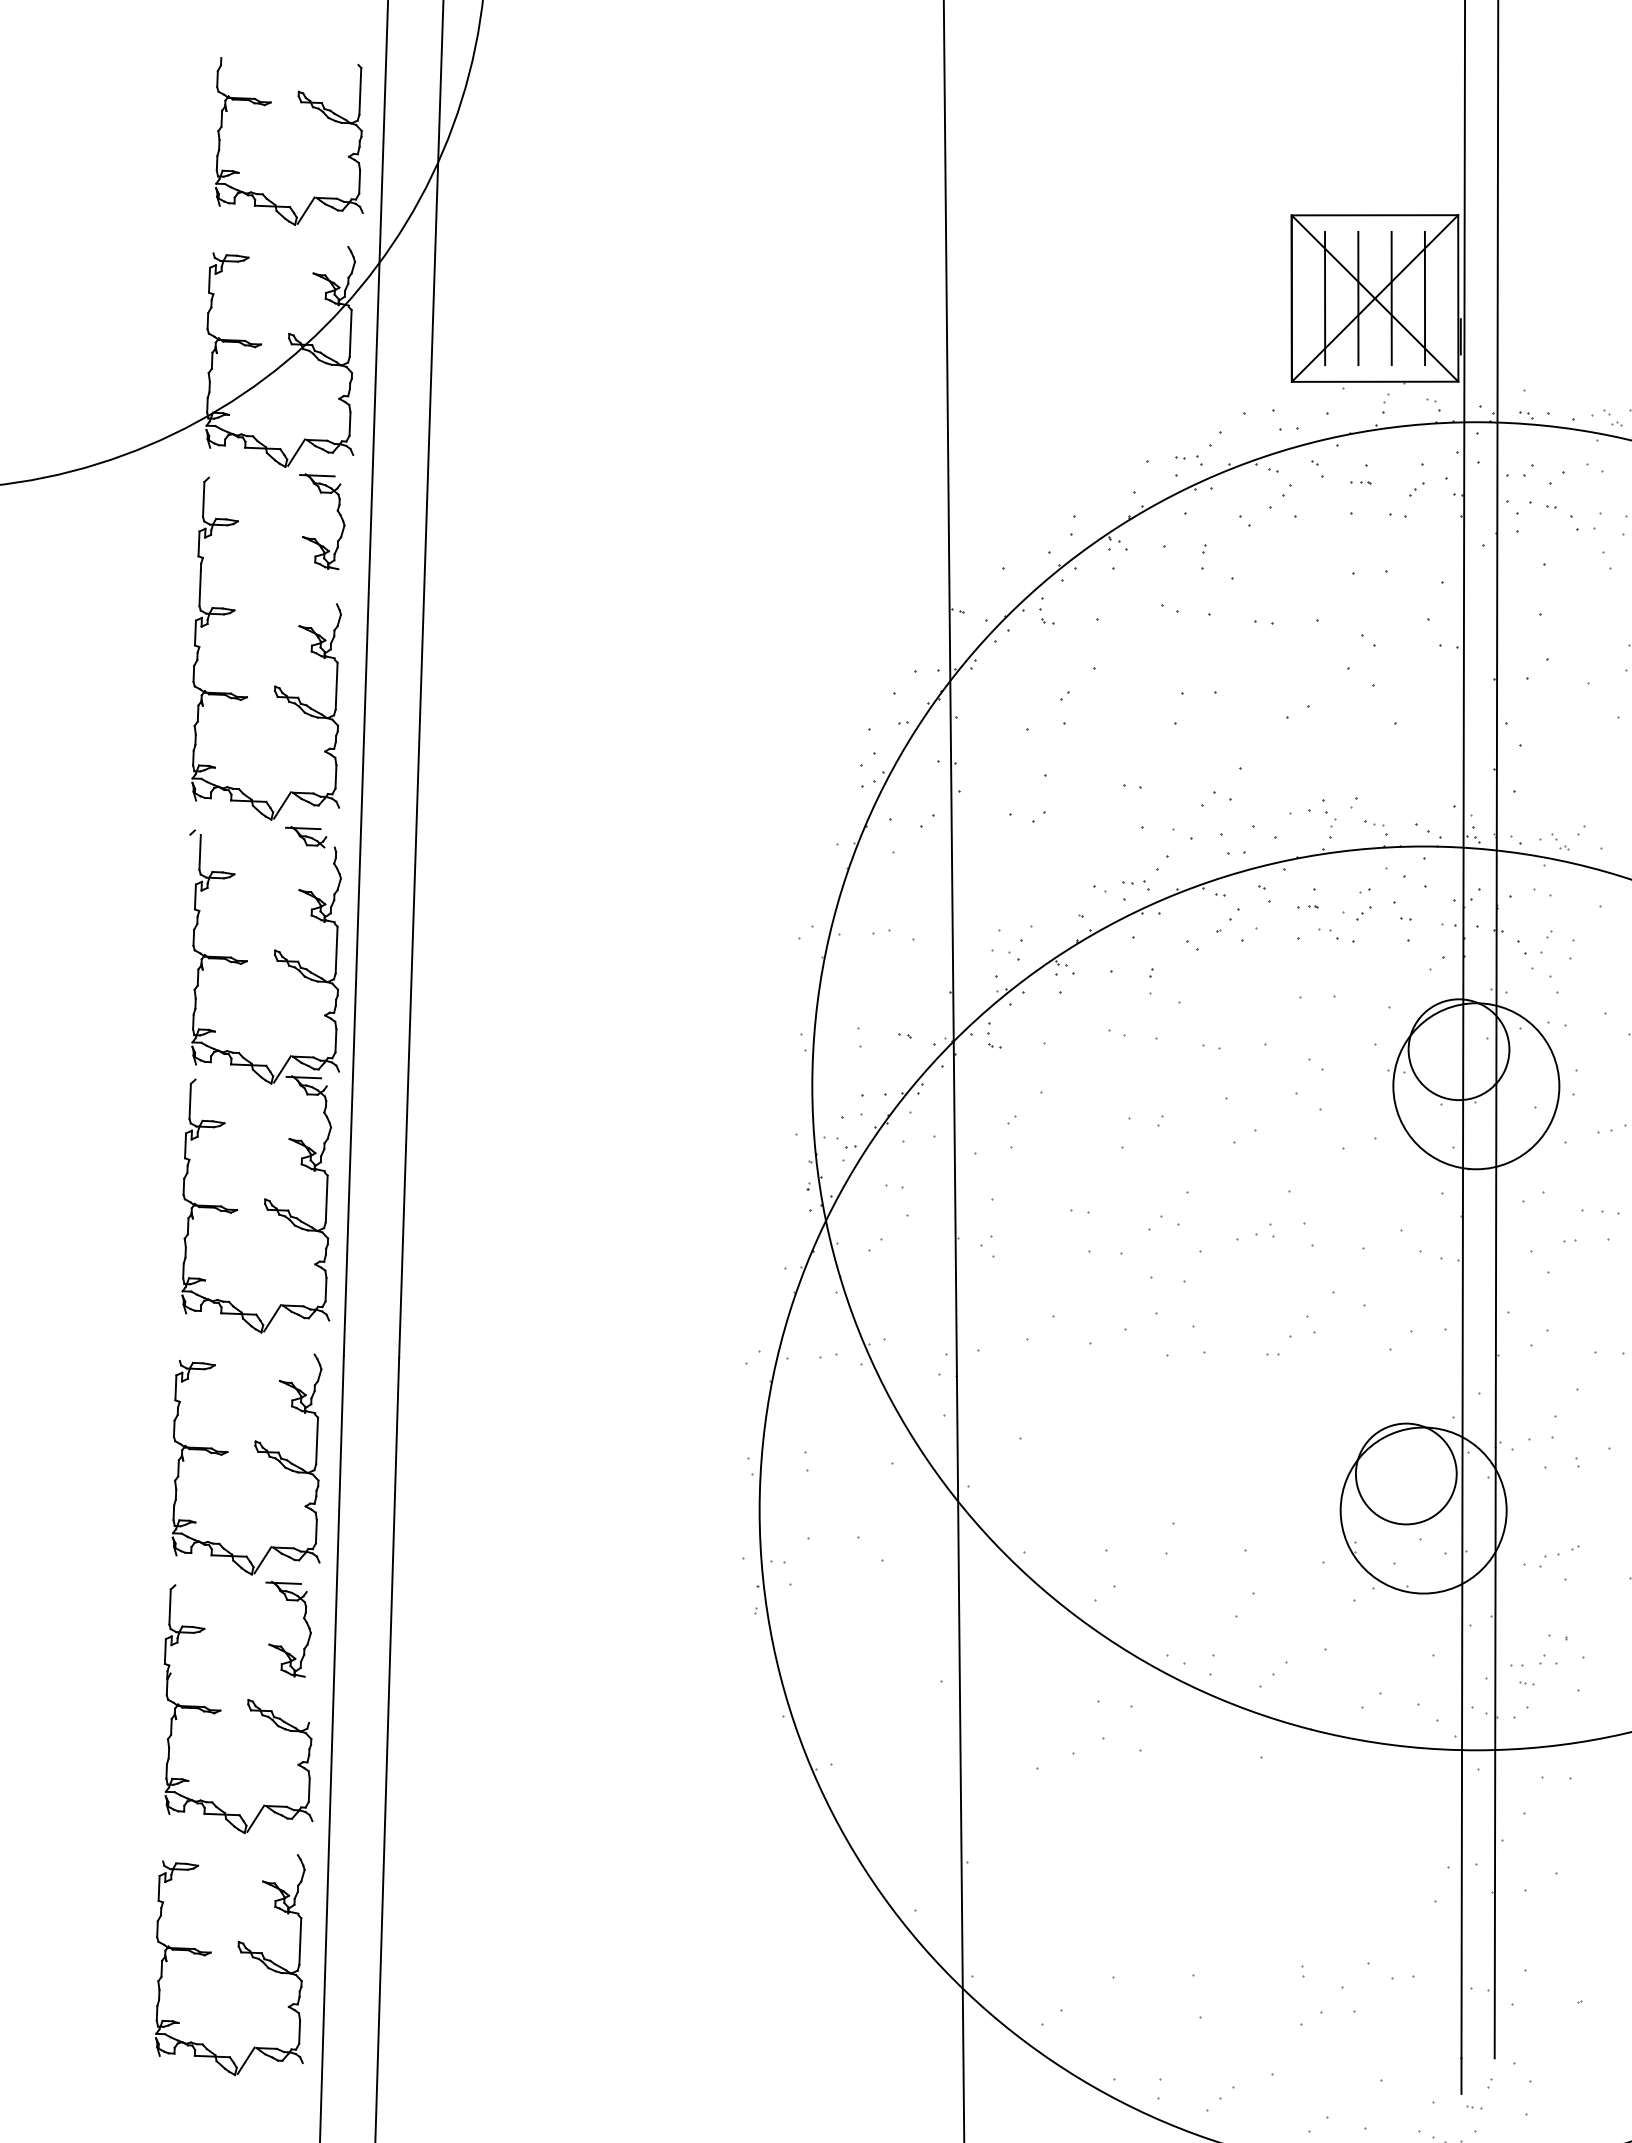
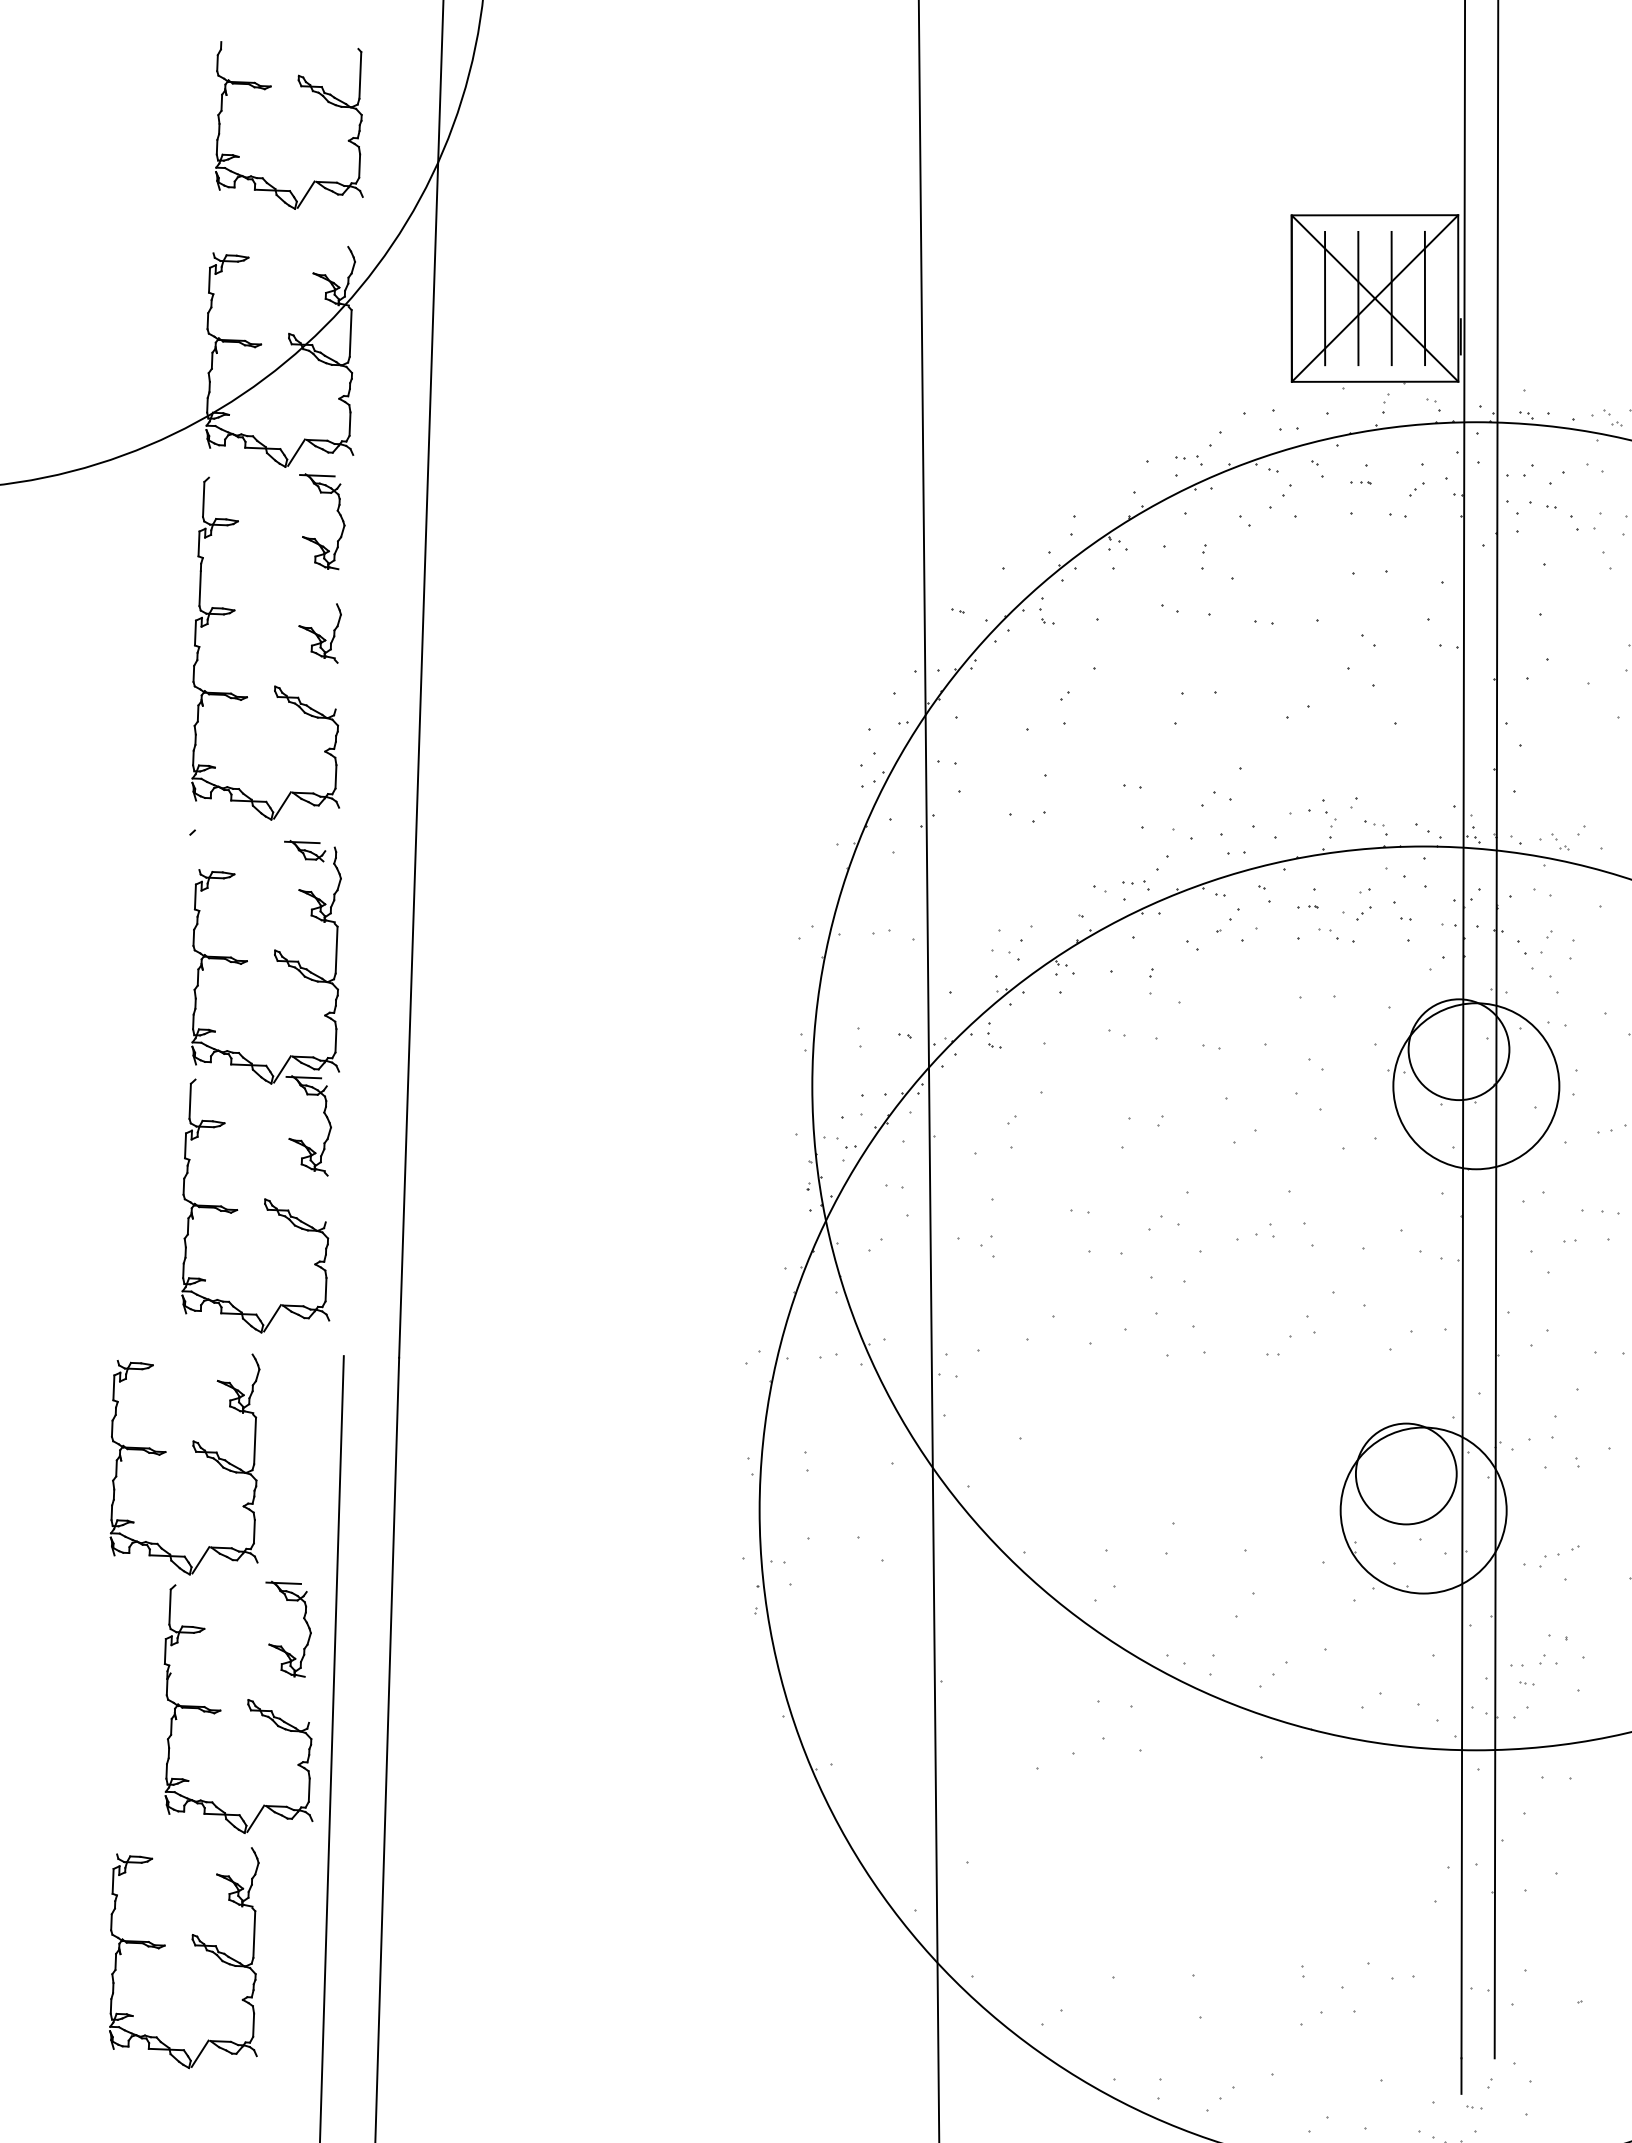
part at (300, 103) position: (300, 103) -> (300, 87)
line at (365, 678): present -> none
line at (336, 685): present -> none
part at (306, 837) position: (306, 837) -> (305, 851)
line at (199, 852): present -> none
line at (953, 1070) position: (953, 1070) -> (928, 1070)
line at (326, 1198): present -> none
part at (257, 1452) position: (257, 1452) -> (195, 1452)
part at (240, 1953) position: (240, 1953) -> (194, 1946)
